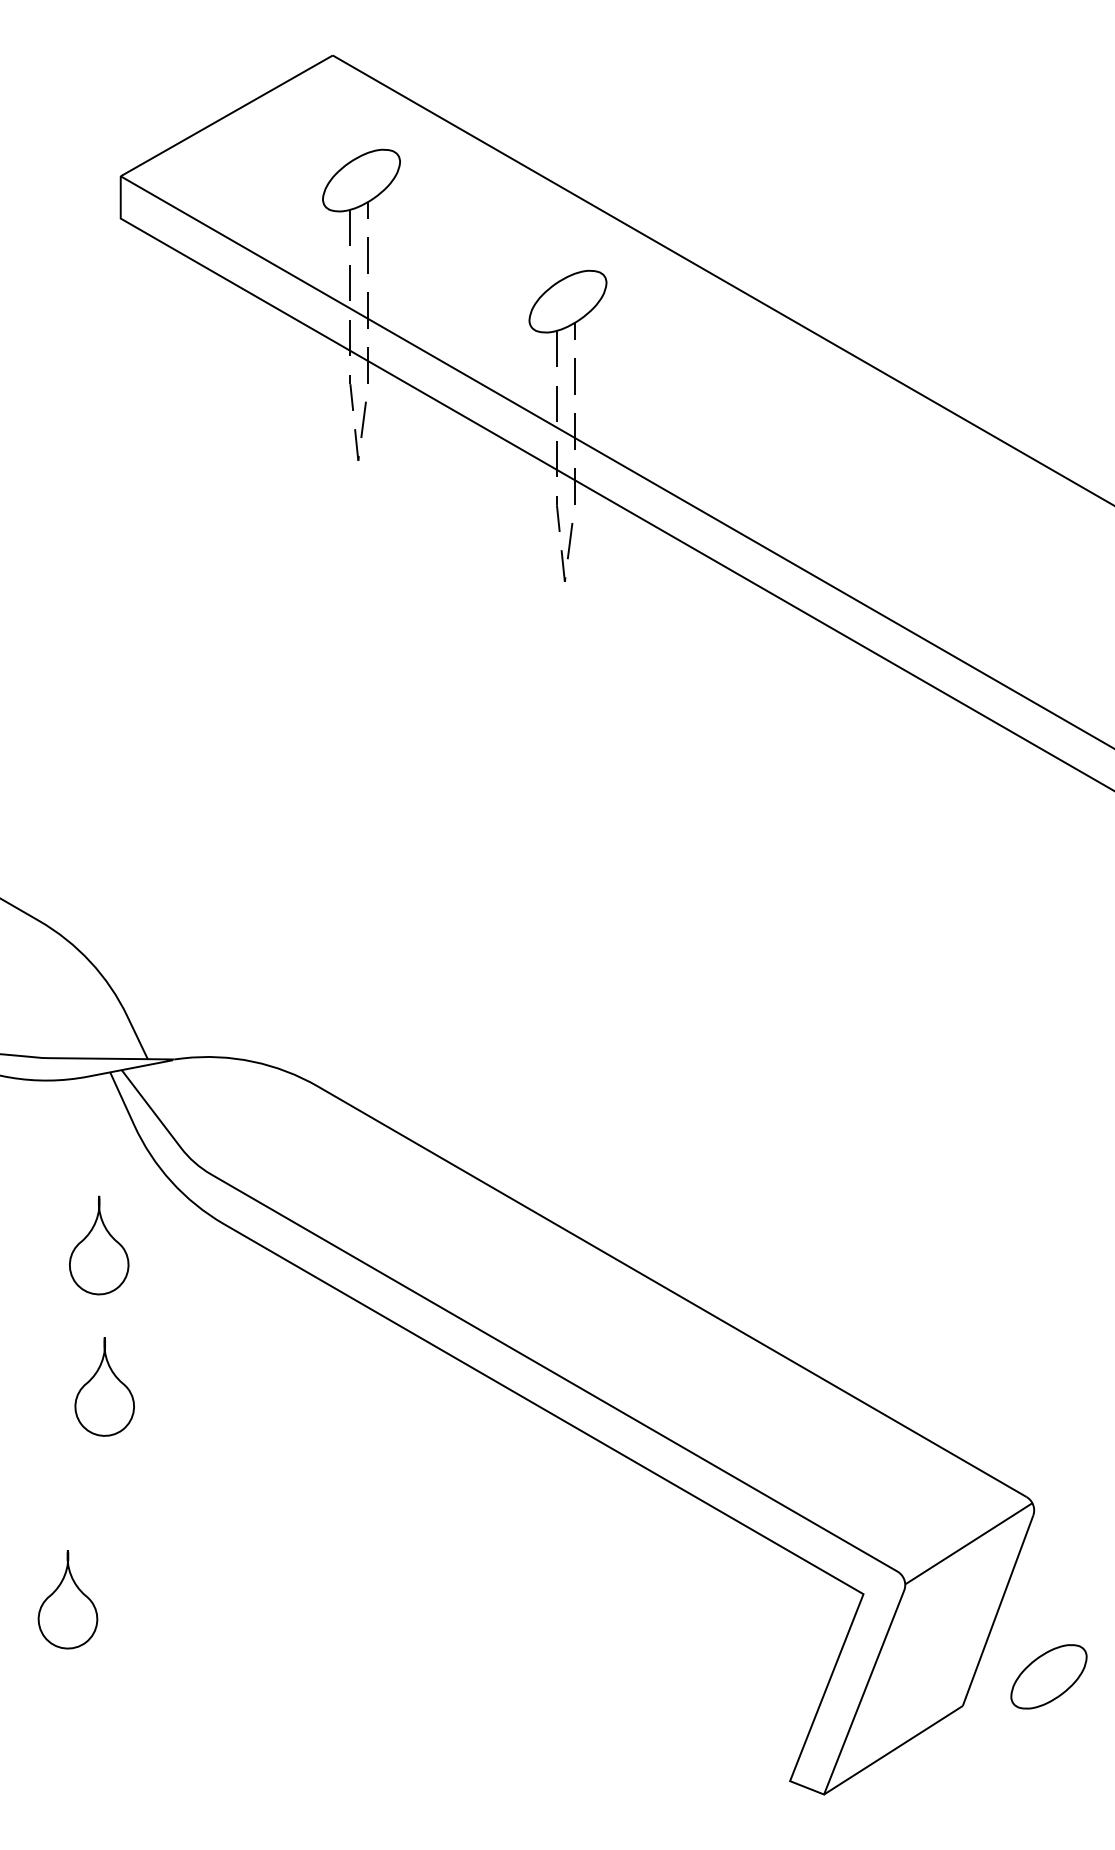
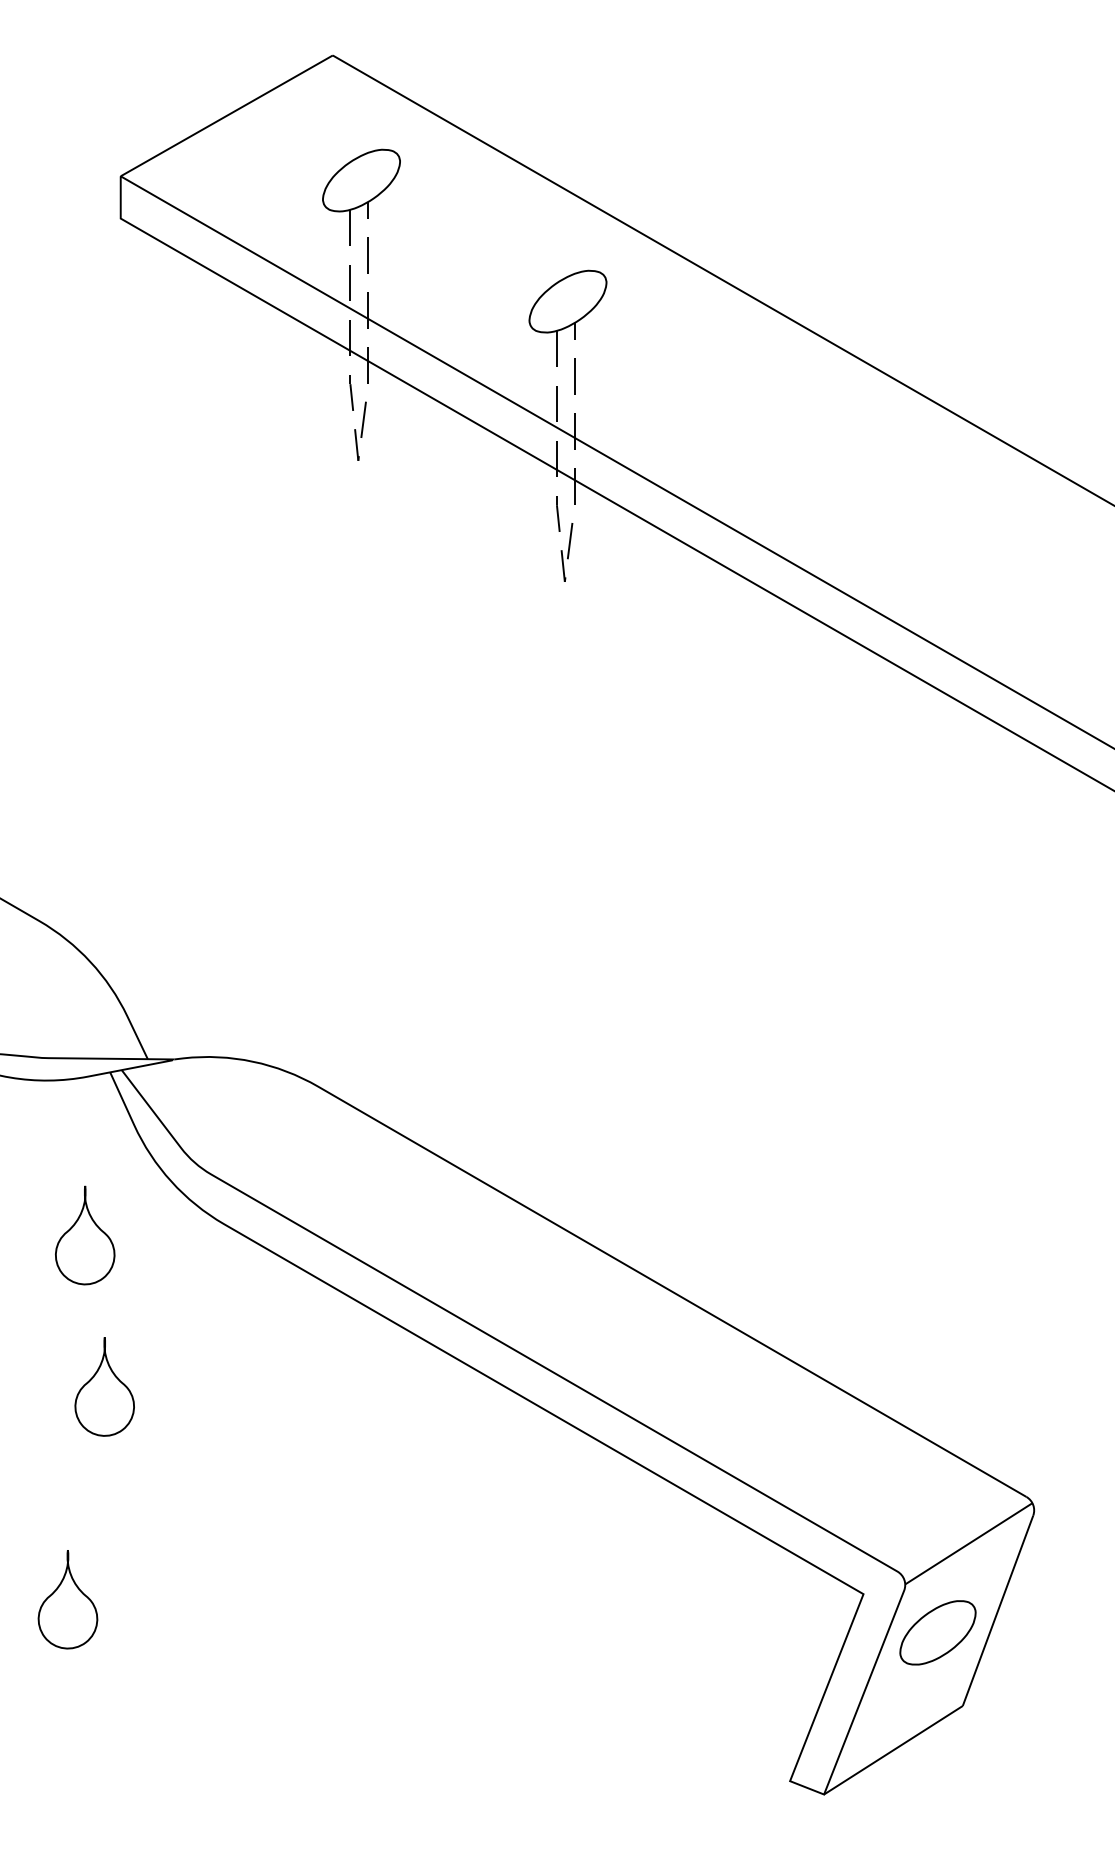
part at (99, 1245) position: (99, 1245) -> (85, 1235)
part at (1048, 1676) position: (1048, 1676) -> (937, 1632)
